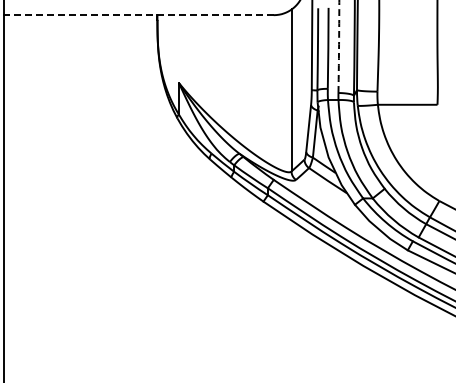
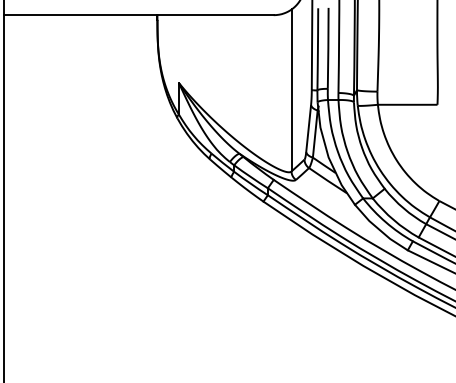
line at (139, 15): dashed -> solid
arc at (339, 46): dashed -> solid
